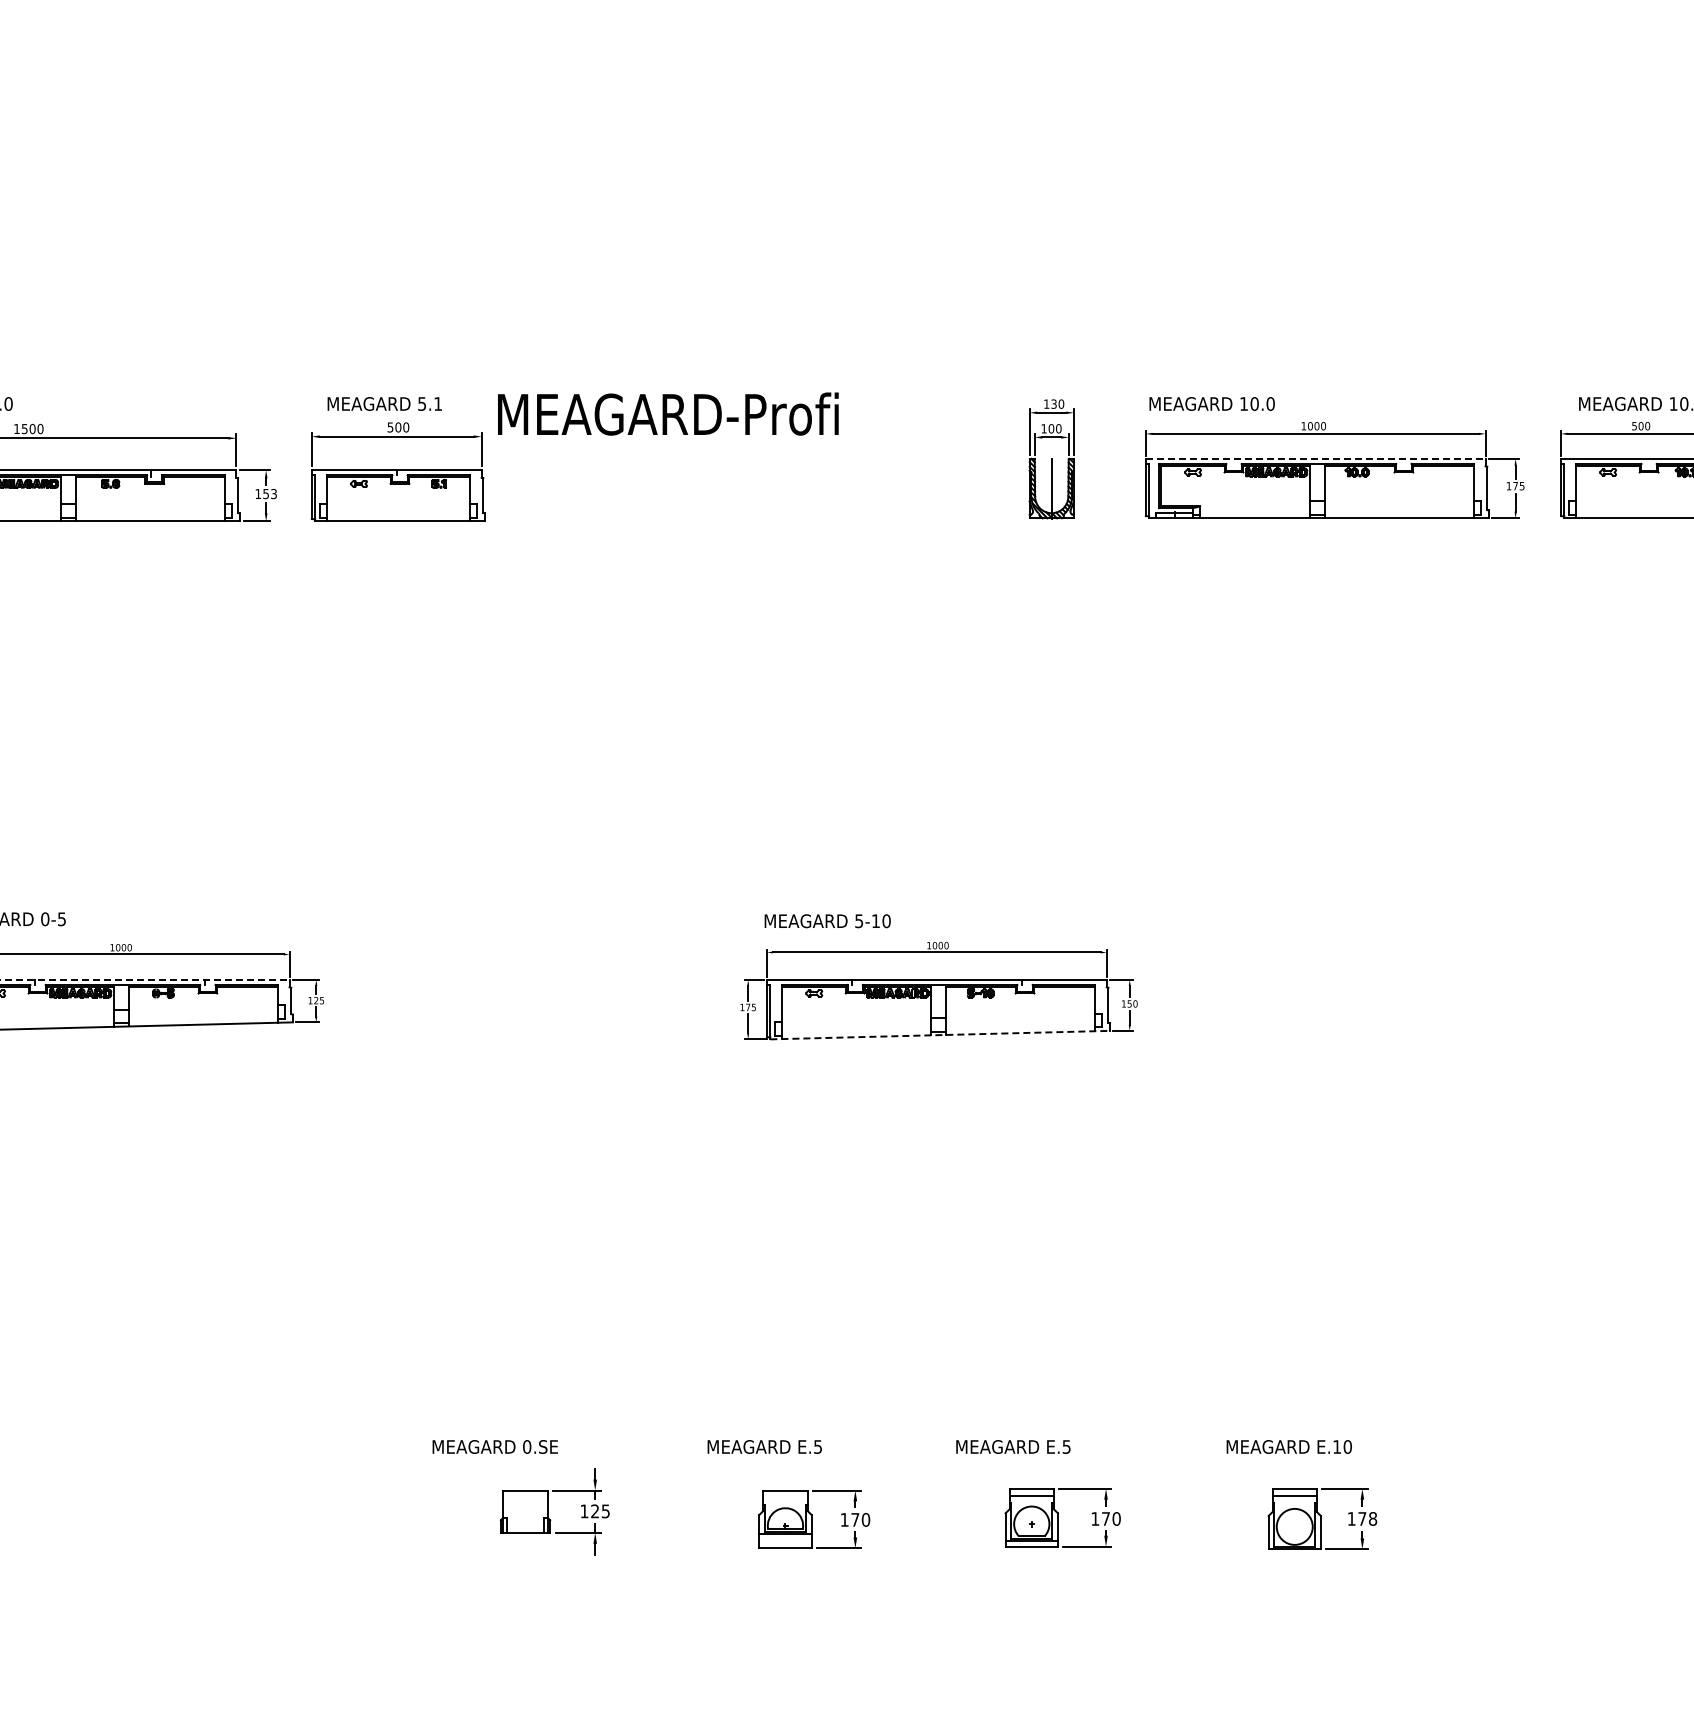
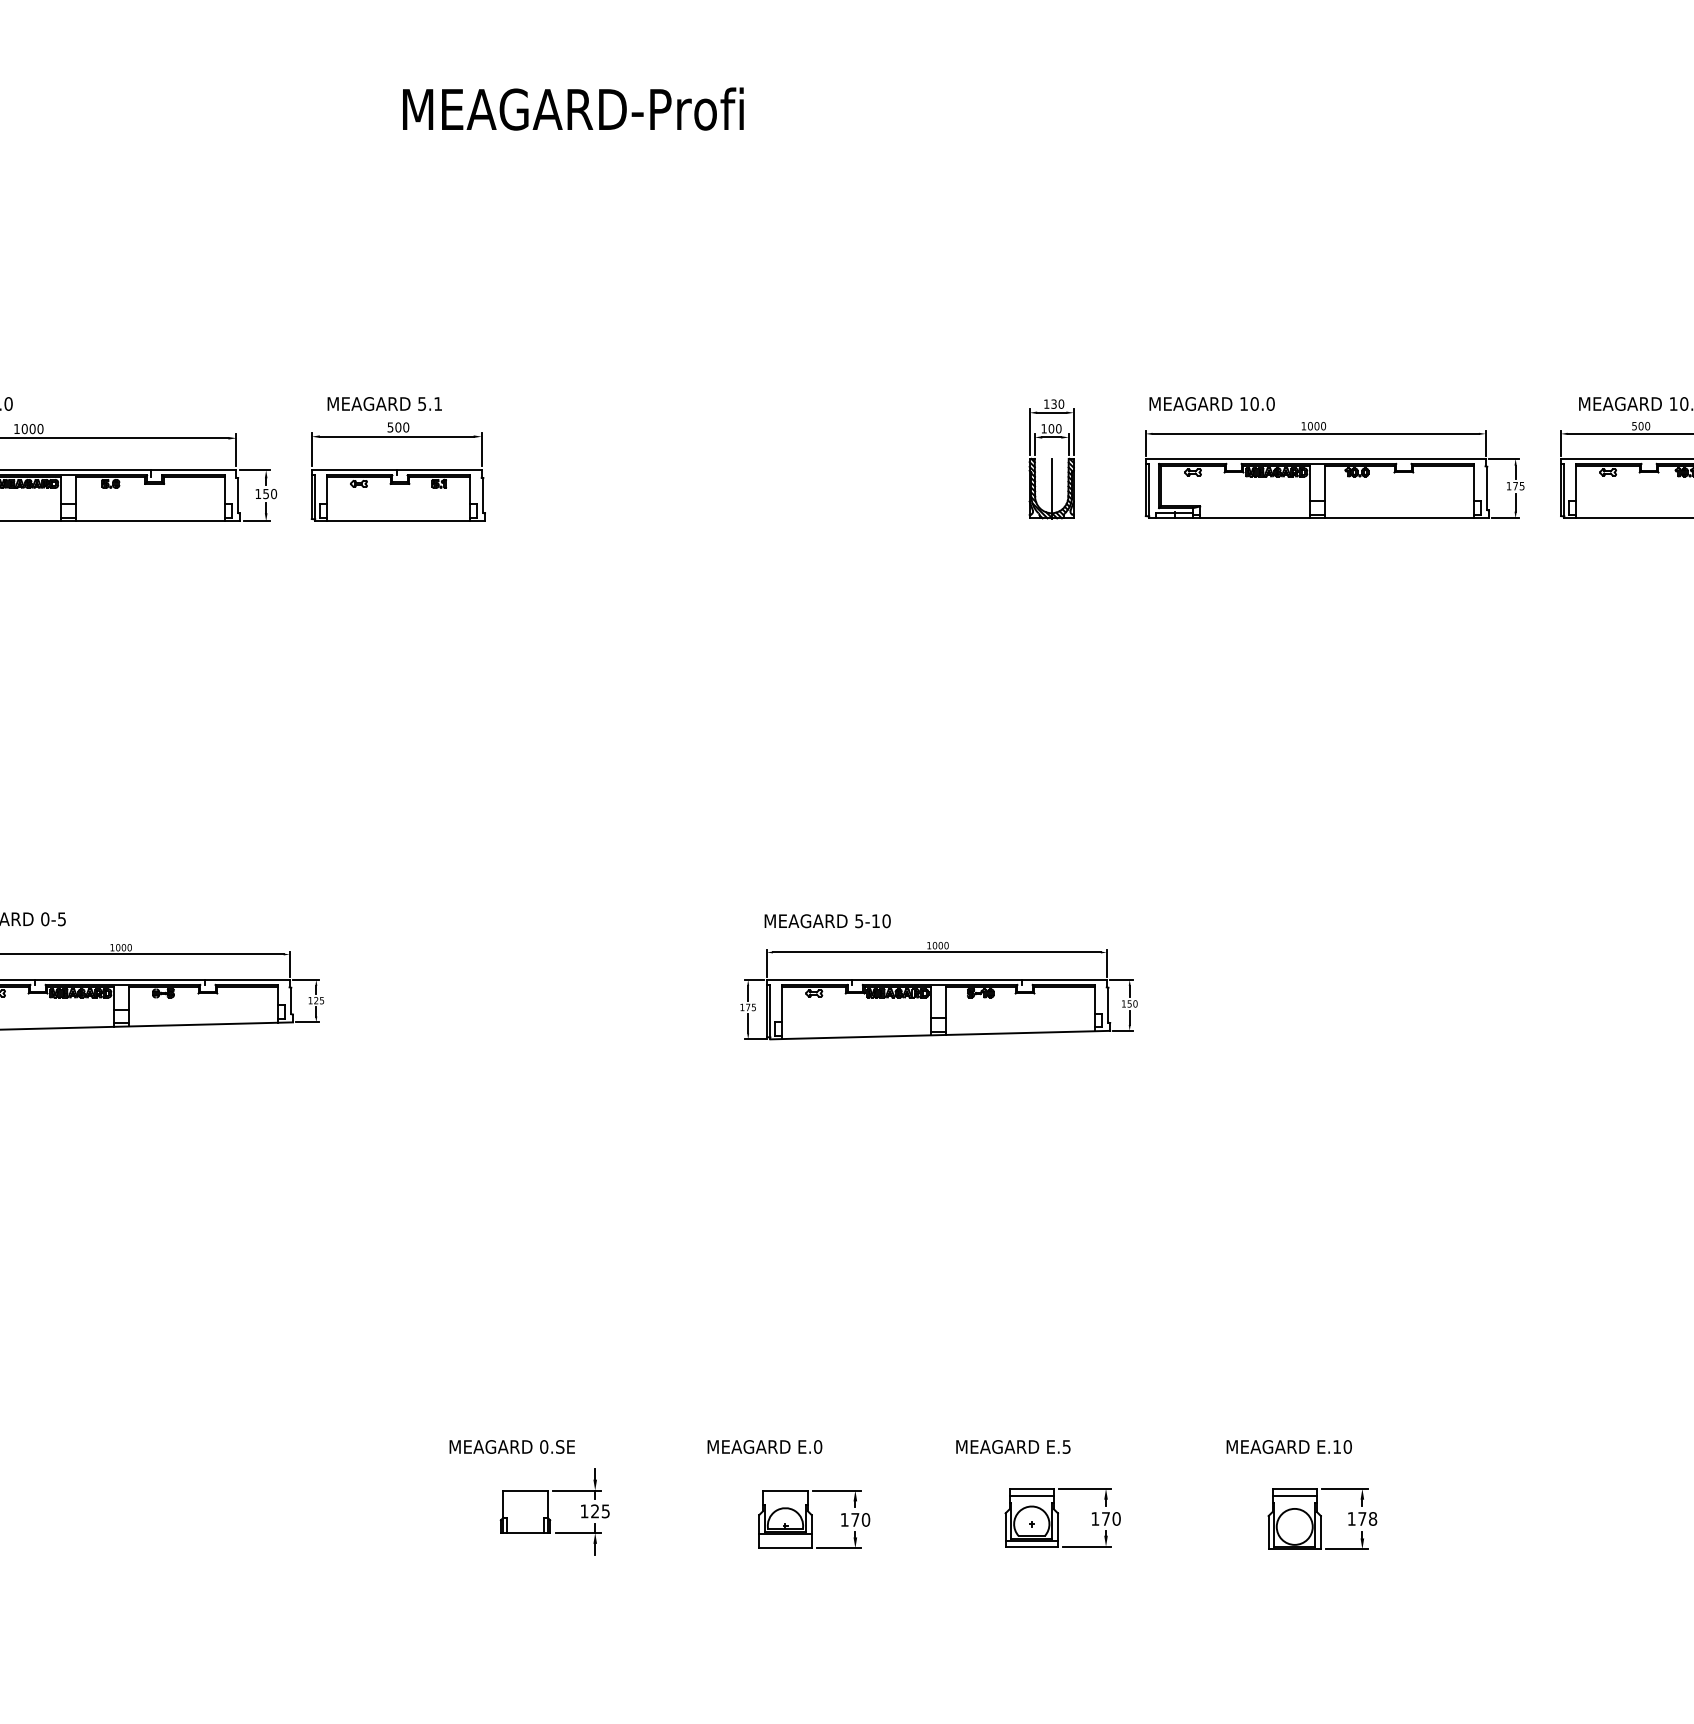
text at (668, 413) position: (668, 413) -> (573, 108)
text at (24, 428): 1500 -> 1000
line at (1315, 458): dashed -> solid
text at (274, 494): 153 -> 150
line at (145, 979): dashed -> solid
line at (940, 1035): dashed -> solid
text at (494, 1446) position: (494, 1446) -> (511, 1446)
text at (818, 1446): E.5 -> E.0
